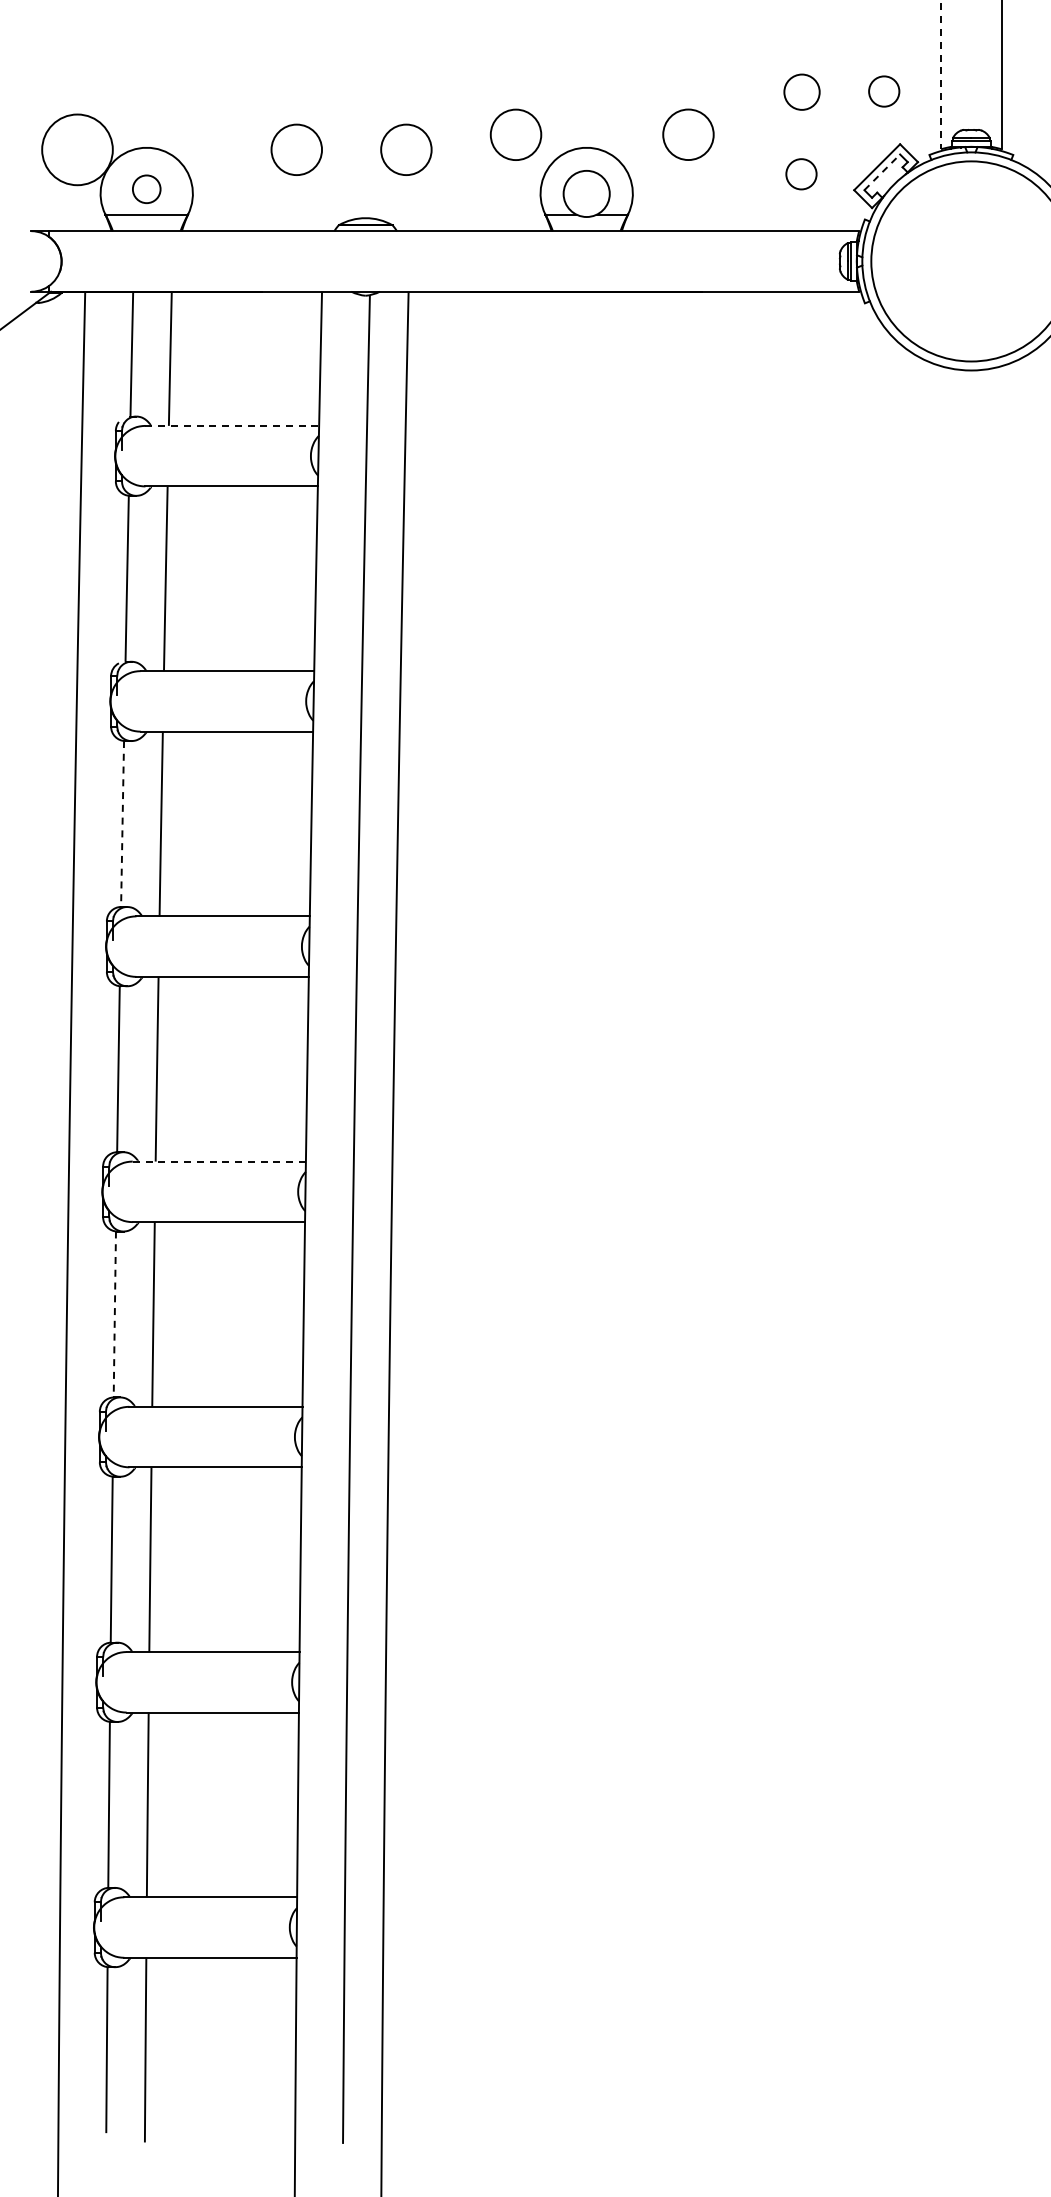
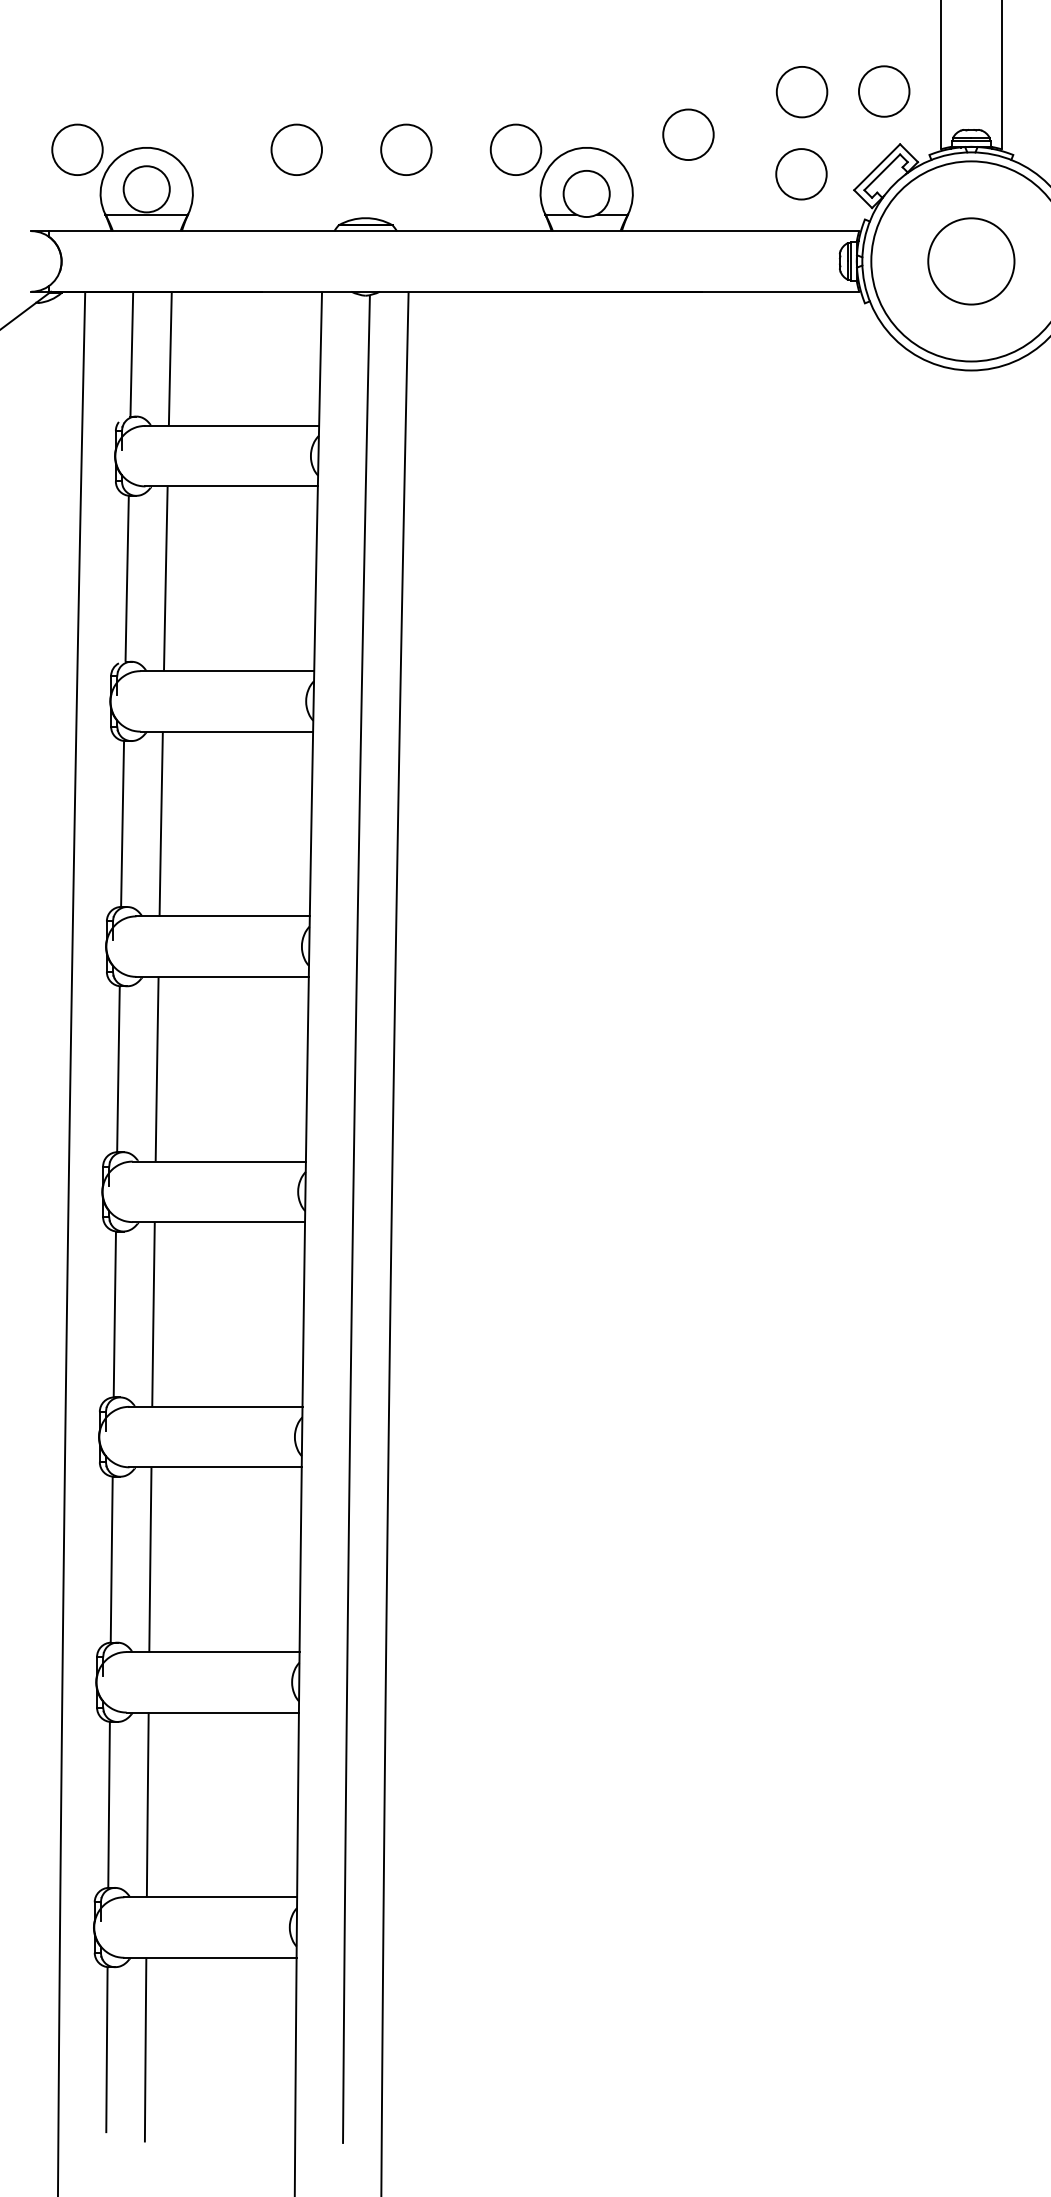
line at (941, 75): dashed -> solid
circle at (801, 91) size: 38x38 px -> 54x53 px
circle at (884, 91) diameter: 30 px -> 50 px
circle at (515, 134) position: (515, 134) -> (515, 149)
circle at (77, 149) diameter: 71 px -> 50 px
line at (882, 172): dashed -> solid
circle at (801, 174) diameter: 30 px -> 50 px
circle at (146, 189) diameter: 28 px -> 46 px
circle at (971, 261): none -> present
line at (232, 425): dashed -> solid
line at (122, 824): dashed -> solid
line at (219, 1161): dashed -> solid
line at (114, 1315): dashed -> solid
